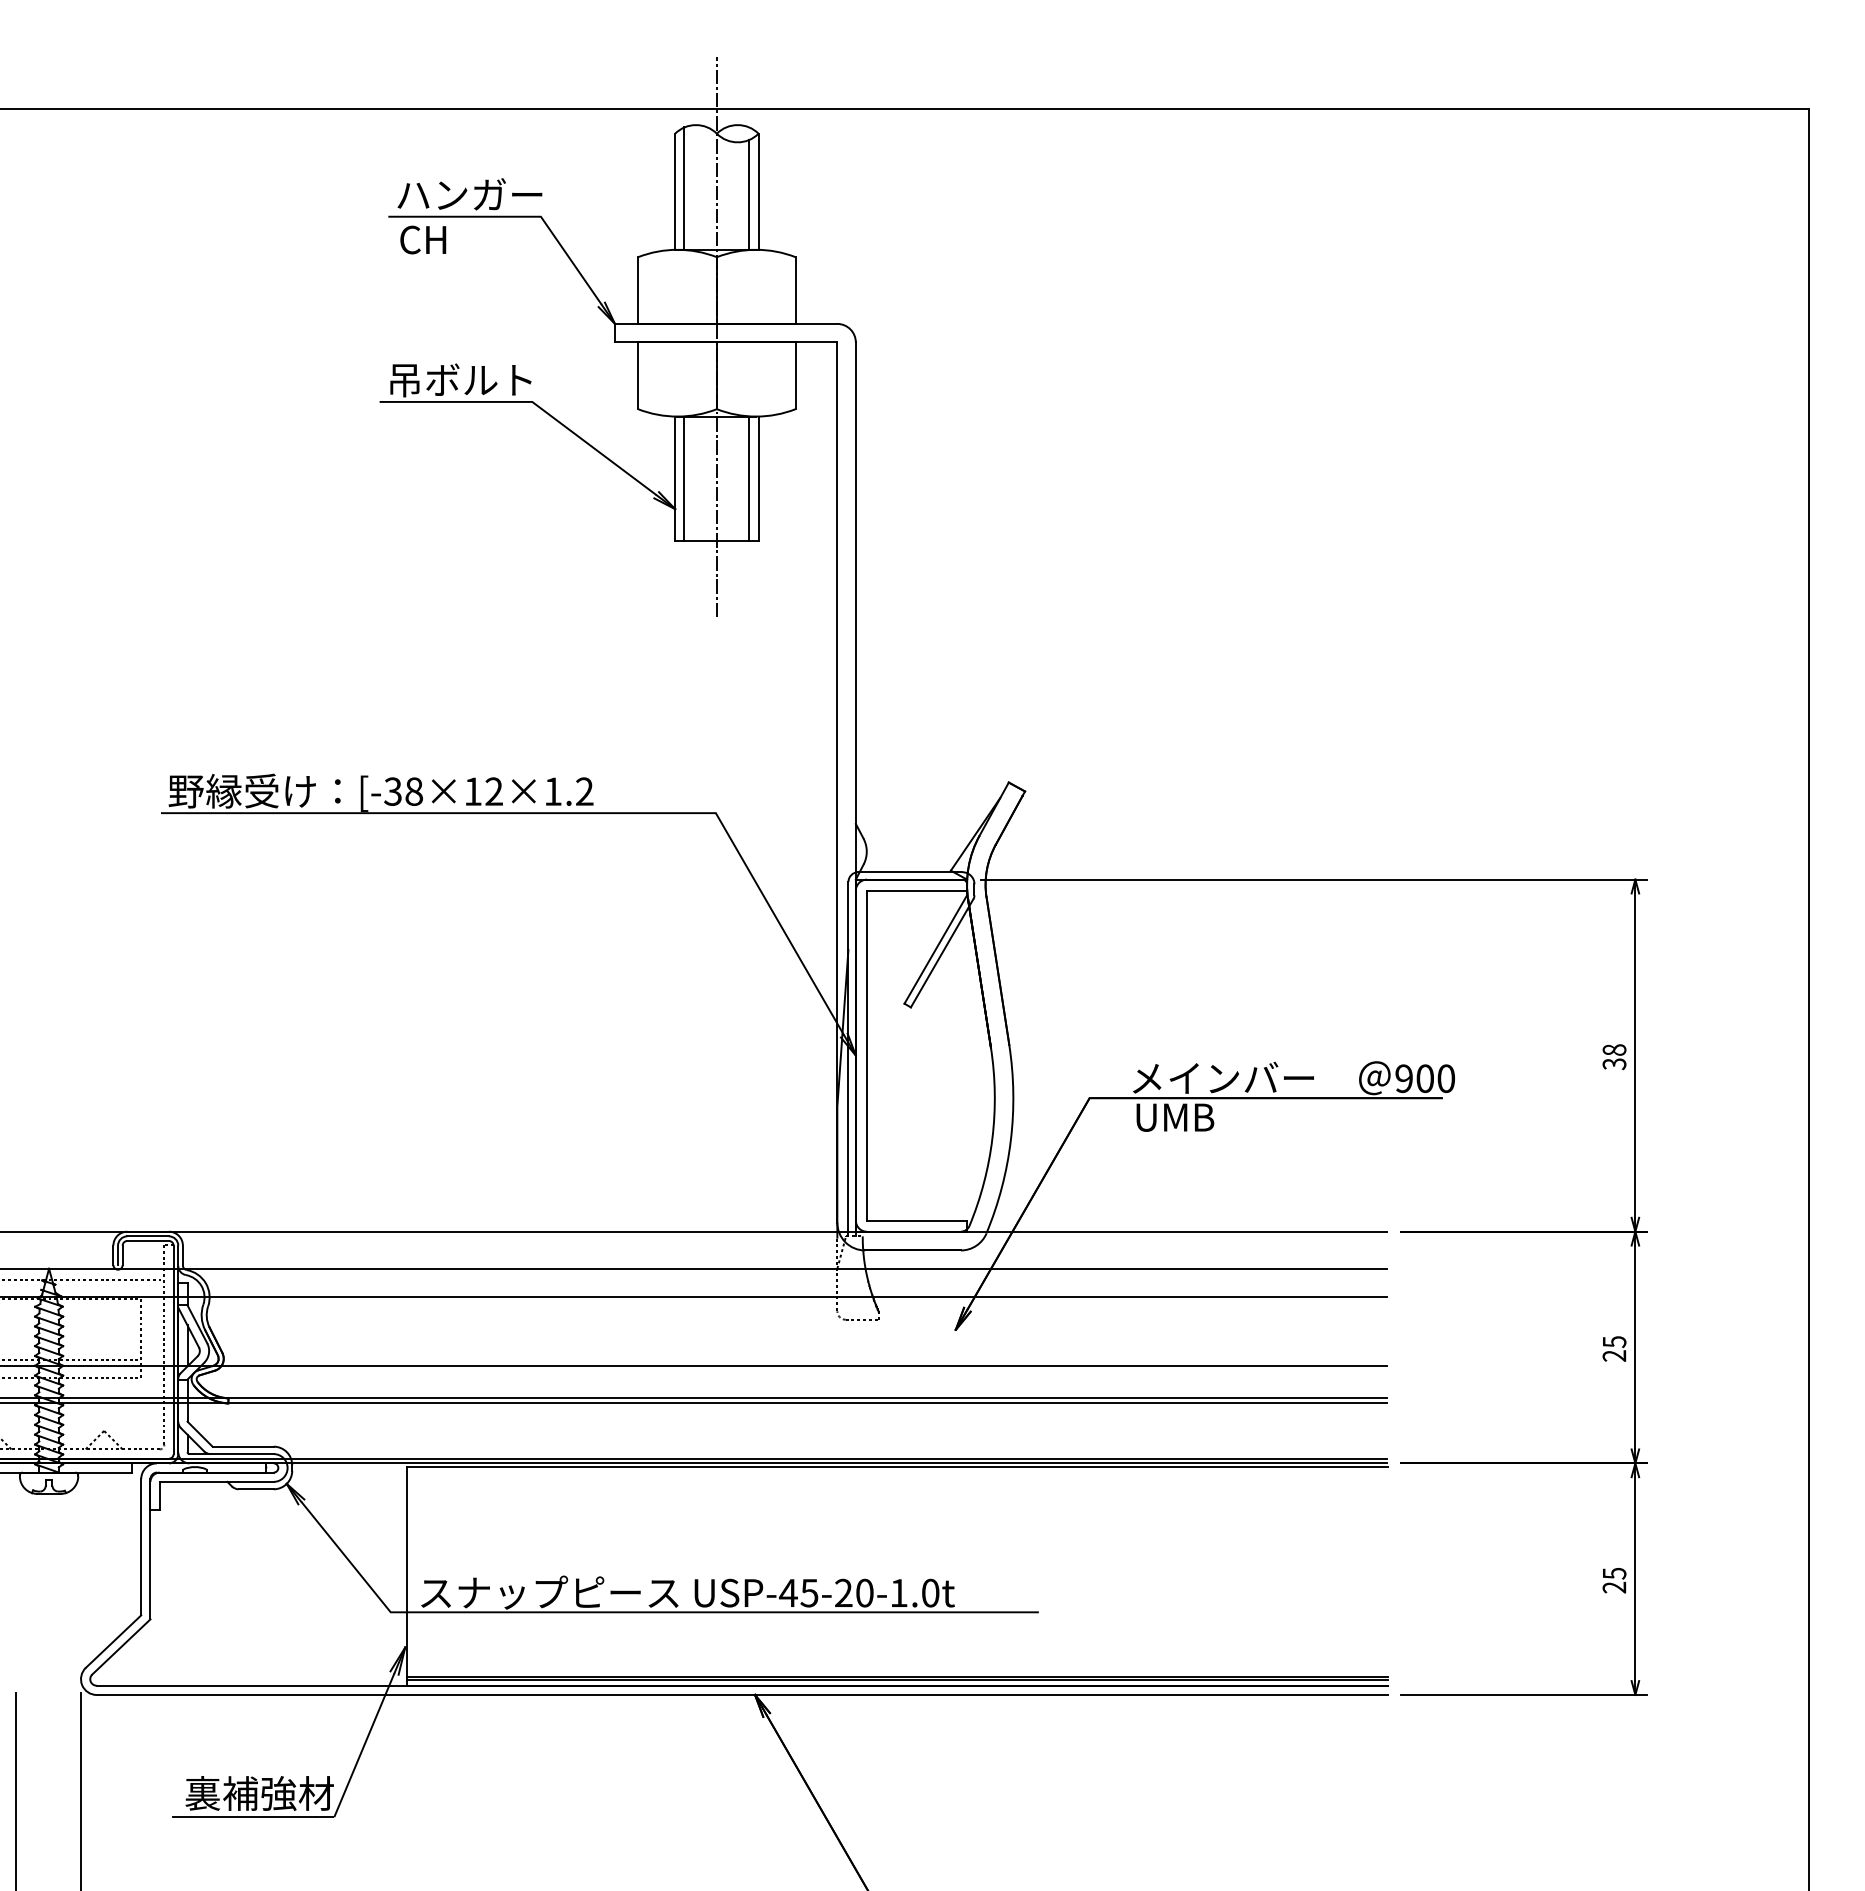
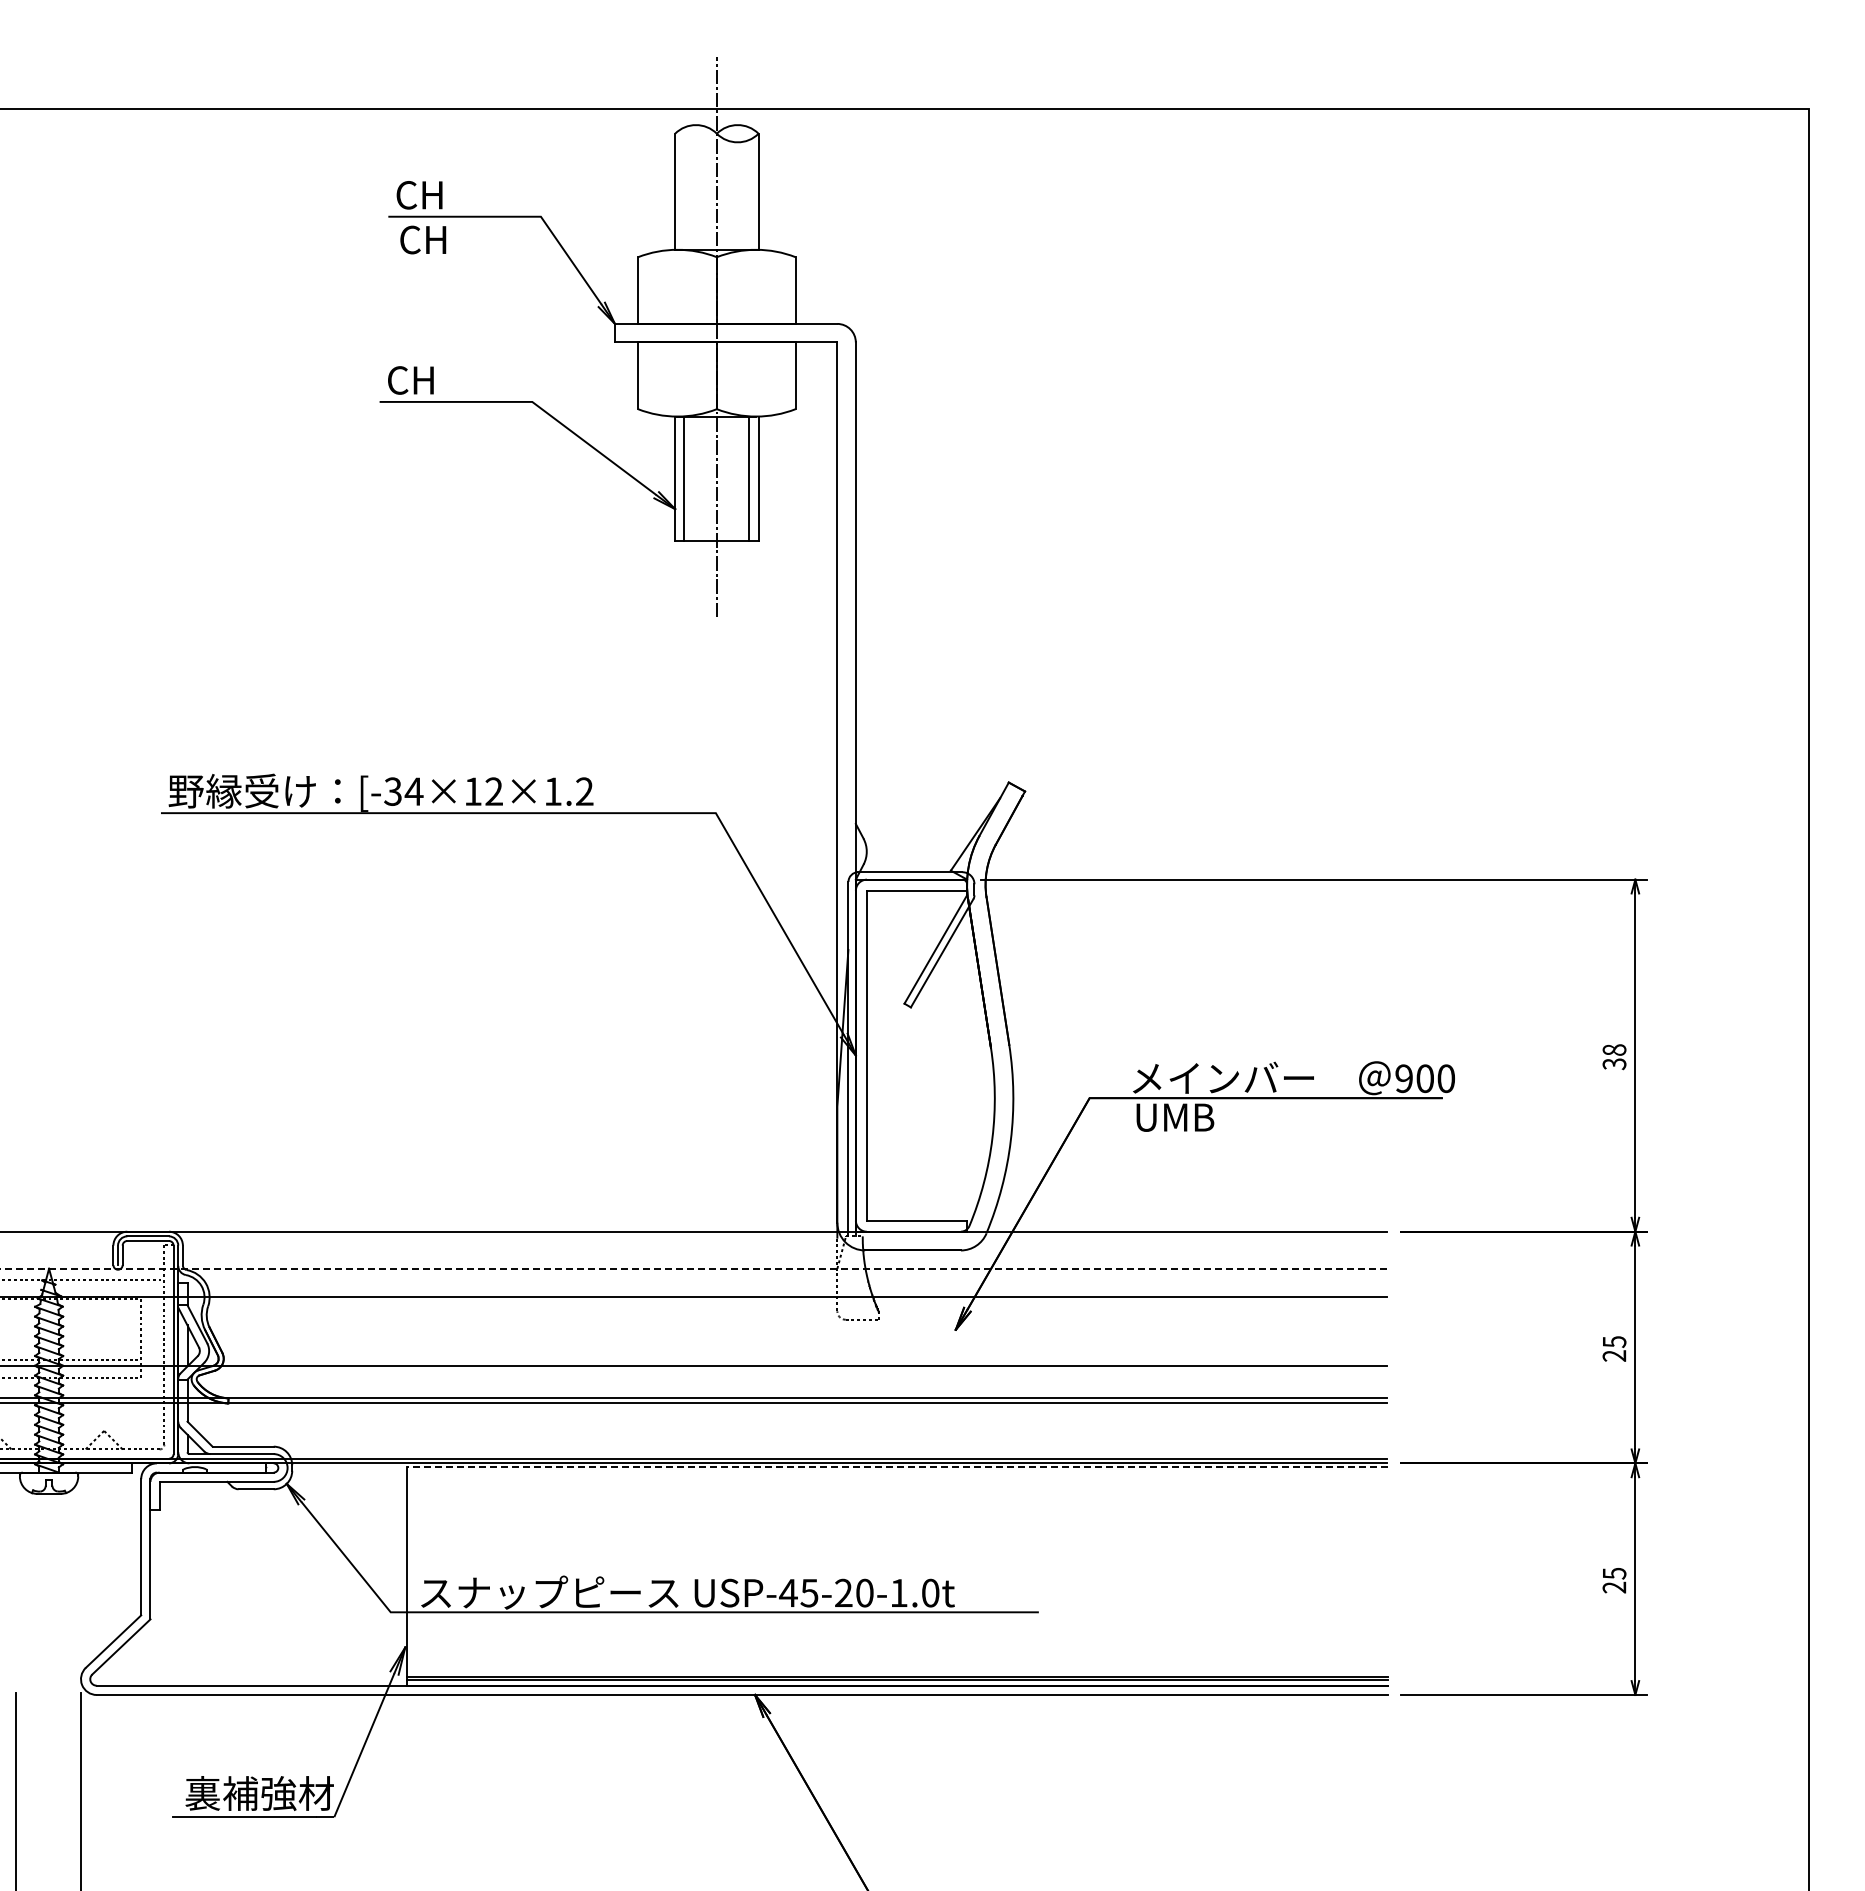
line at (684, 188): present -> none
text at (469, 194): ハンガー -> CH
line at (749, 194): present -> none
text at (459, 380): 吊ボルト -> CH
text at (413, 791): [-38×12×1.2 -> [-34×12×1.2
line at (693, 1268): solid -> dashed
line at (897, 1467): solid -> dashed
